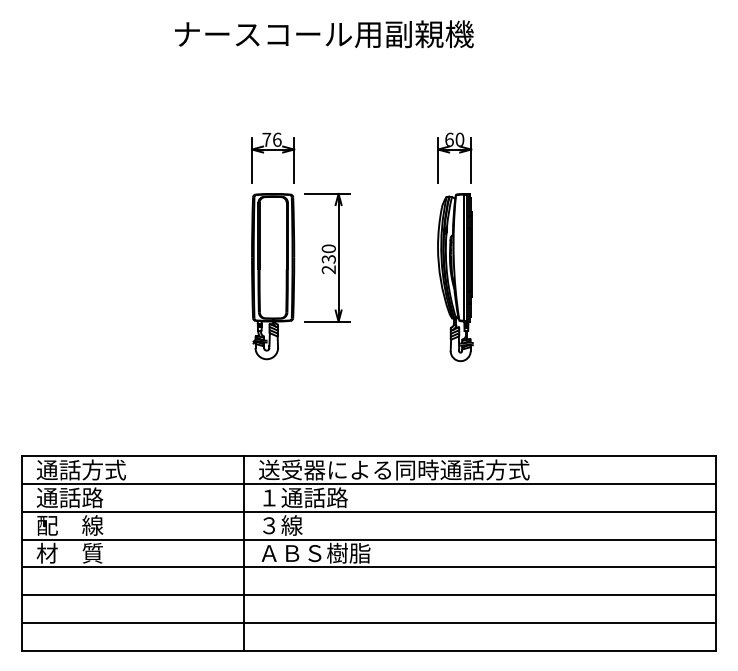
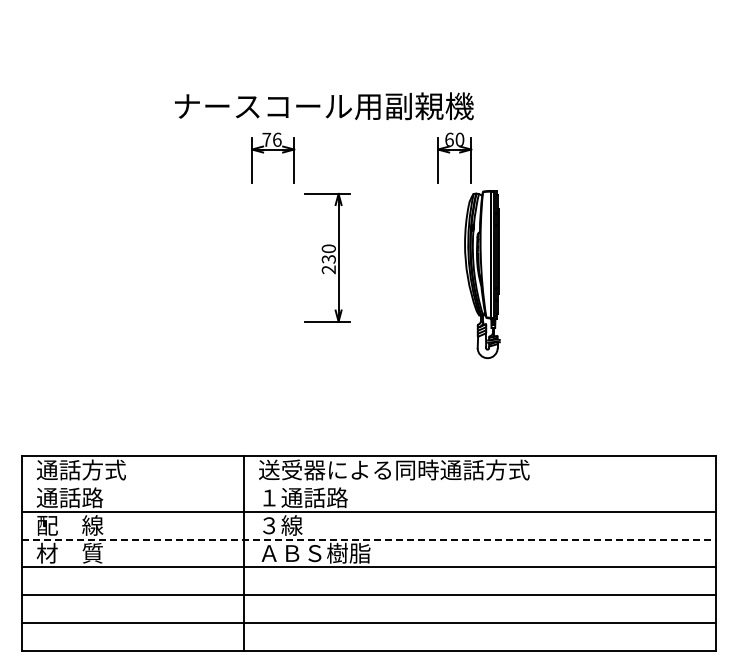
text at (324, 34) position: (324, 34) -> (324, 106)
part at (273, 276): present -> none
part at (455, 277) position: (455, 277) -> (482, 274)
line at (368, 484): present -> none
line at (369, 539): solid -> dashed
